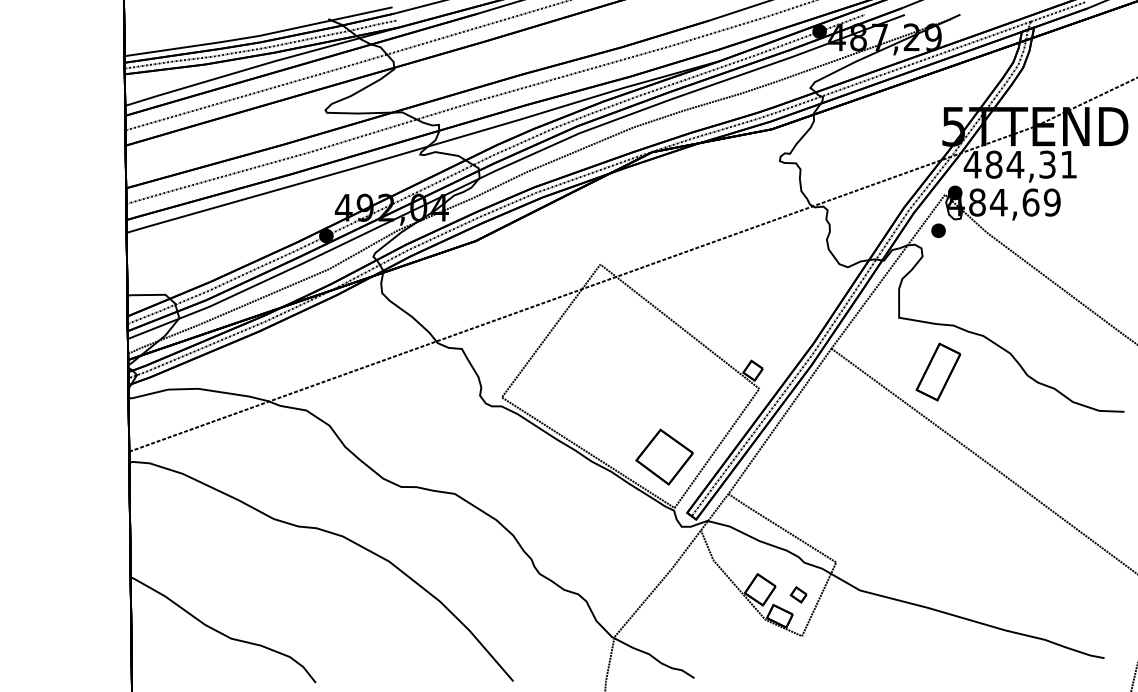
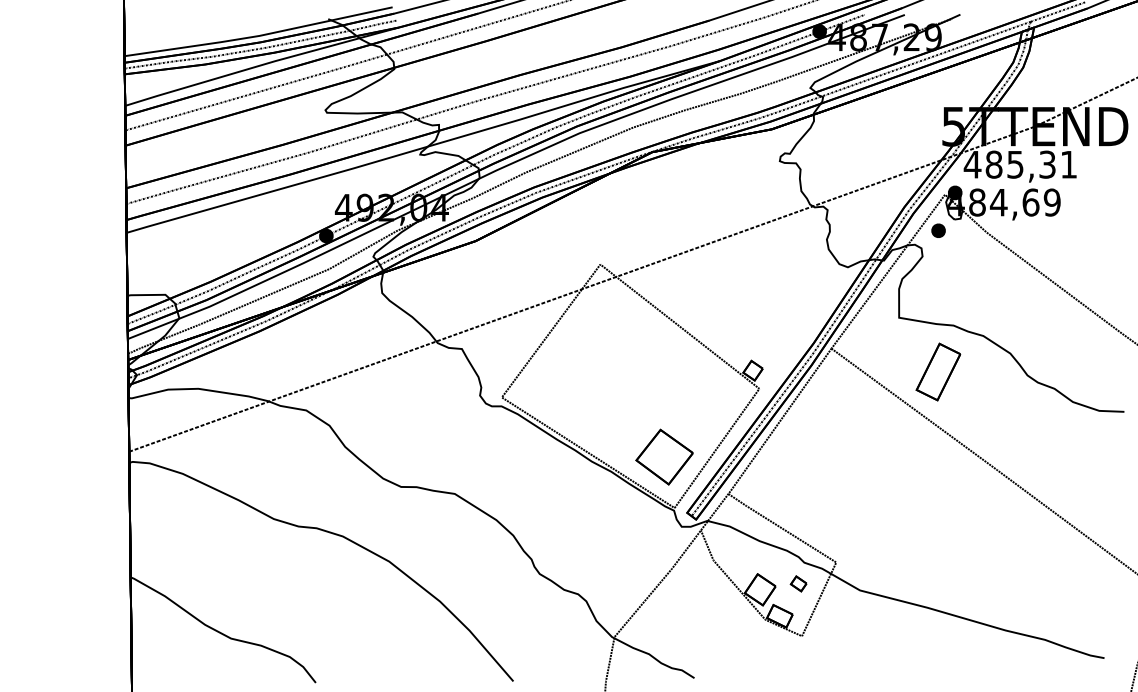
text at (1015, 164): 484,31 -> 485,31
part at (798, 594) position: (798, 594) -> (798, 583)
